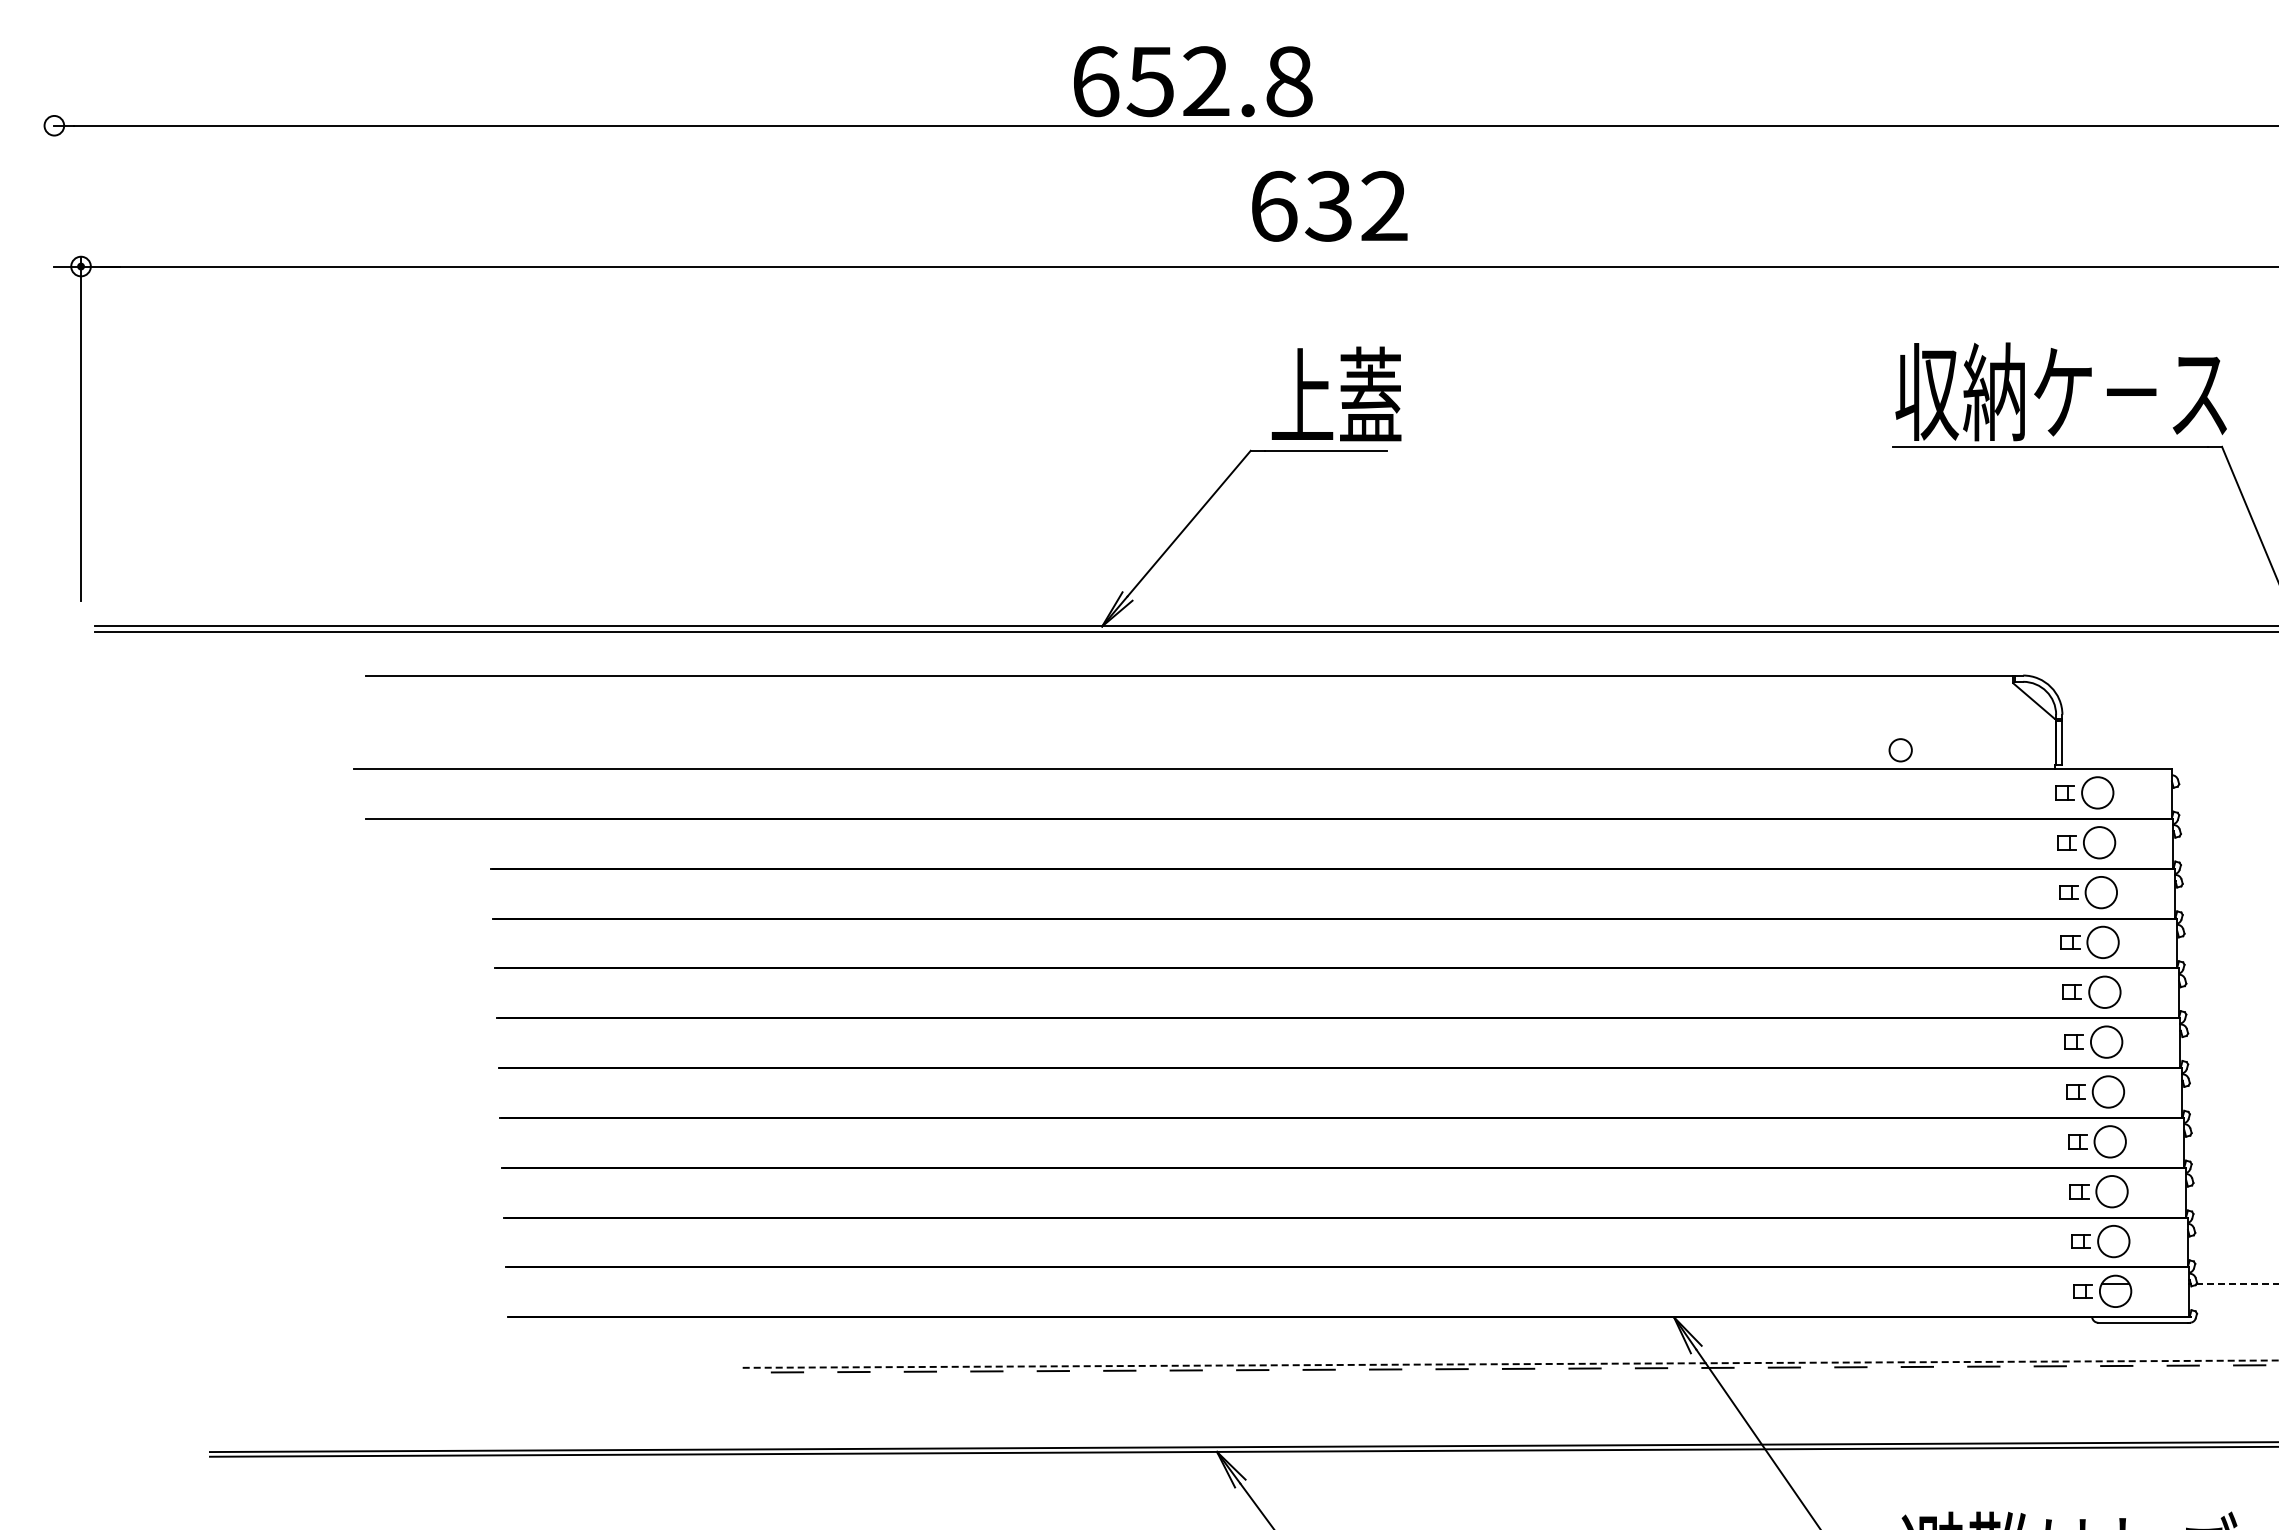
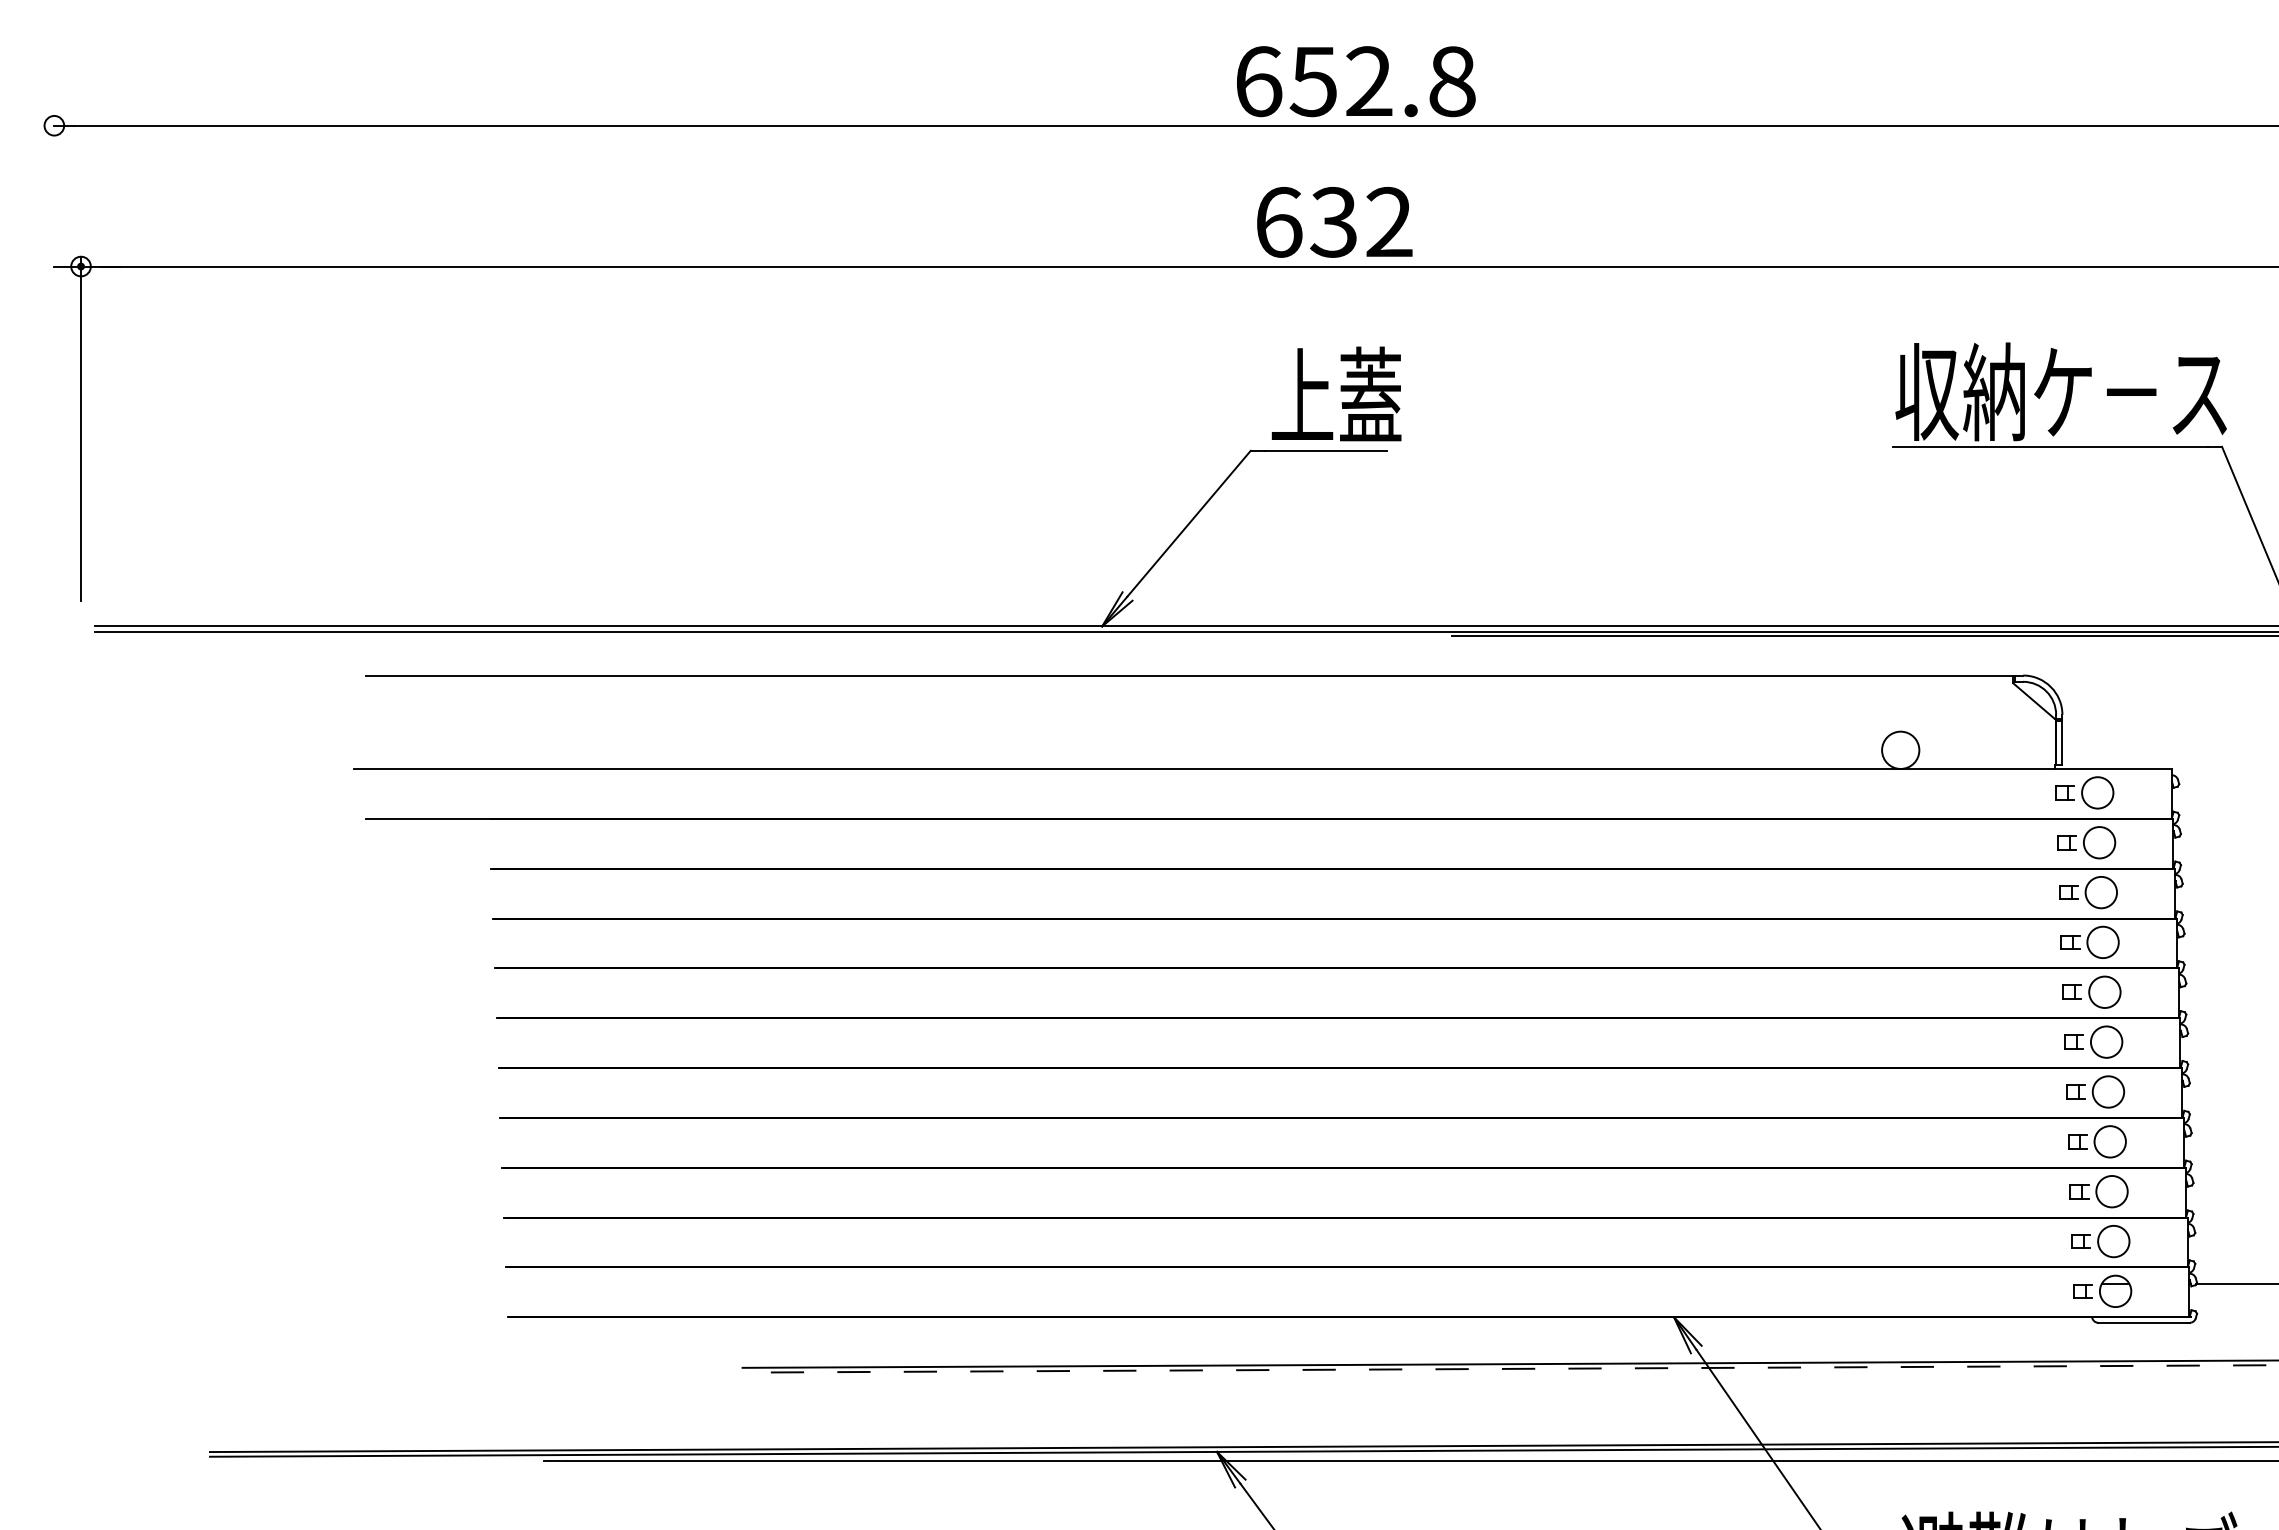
text at (1193, 81) position: (1193, 81) -> (1356, 81)
text at (1329, 206) position: (1329, 206) -> (1334, 222)
line at (1863, 636): none -> present
circle at (1900, 750) diameter: 22 px -> 37 px
line at (2237, 1283): dashed -> solid
line at (1510, 1364): dashed -> solid
line at (1409, 1460): none -> present
